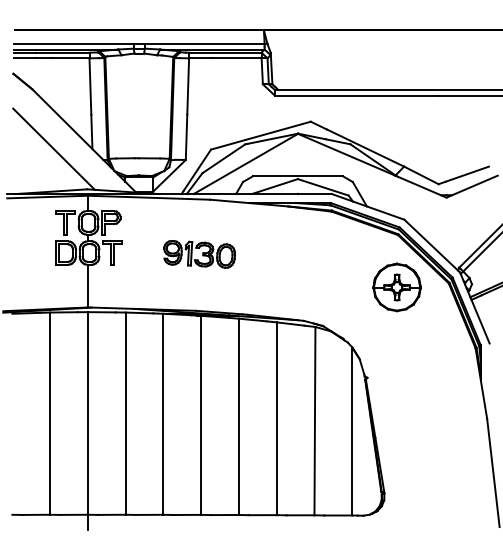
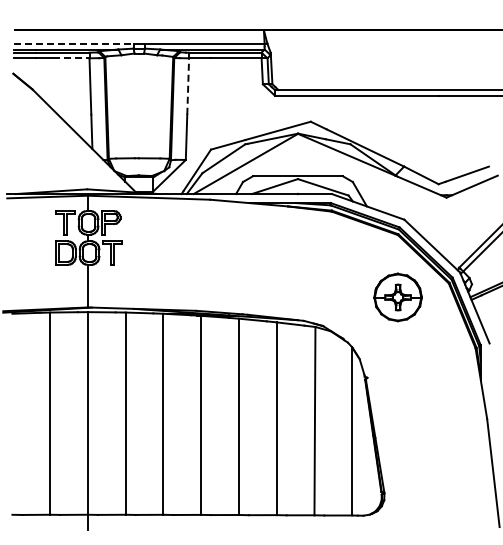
line at (74, 43): solid -> dashed
line at (71, 58): solid -> dashed
line at (188, 86): solid -> dashed
line at (53, 148): present -> none
part at (199, 254): present -> none
part at (396, 287) position: (396, 287) -> (397, 297)
